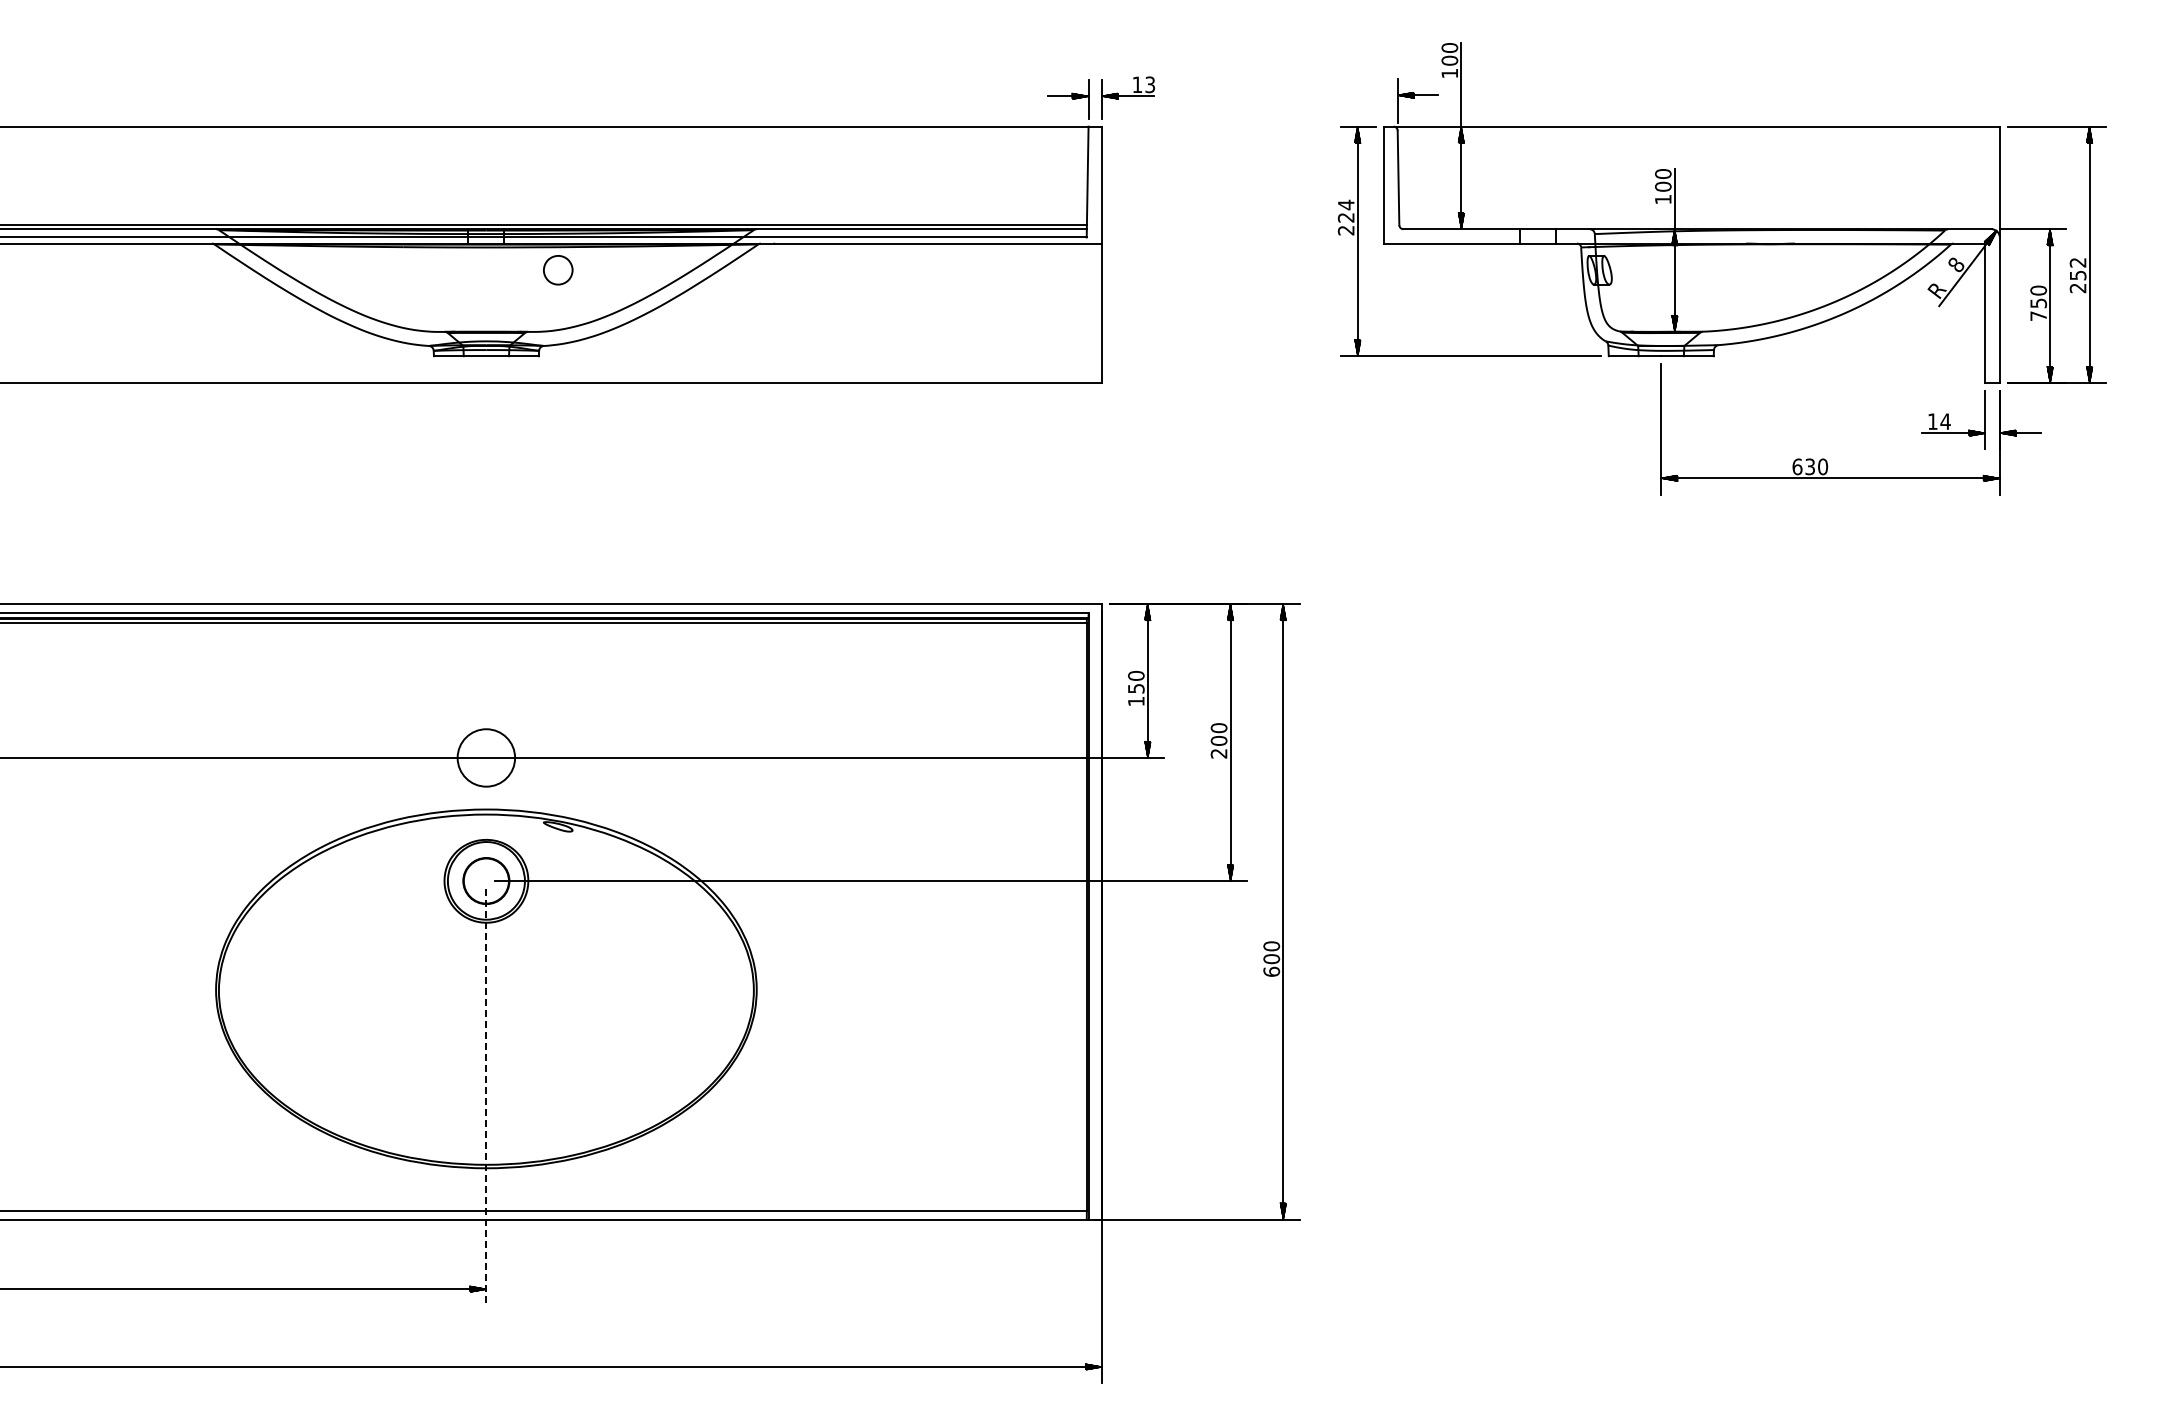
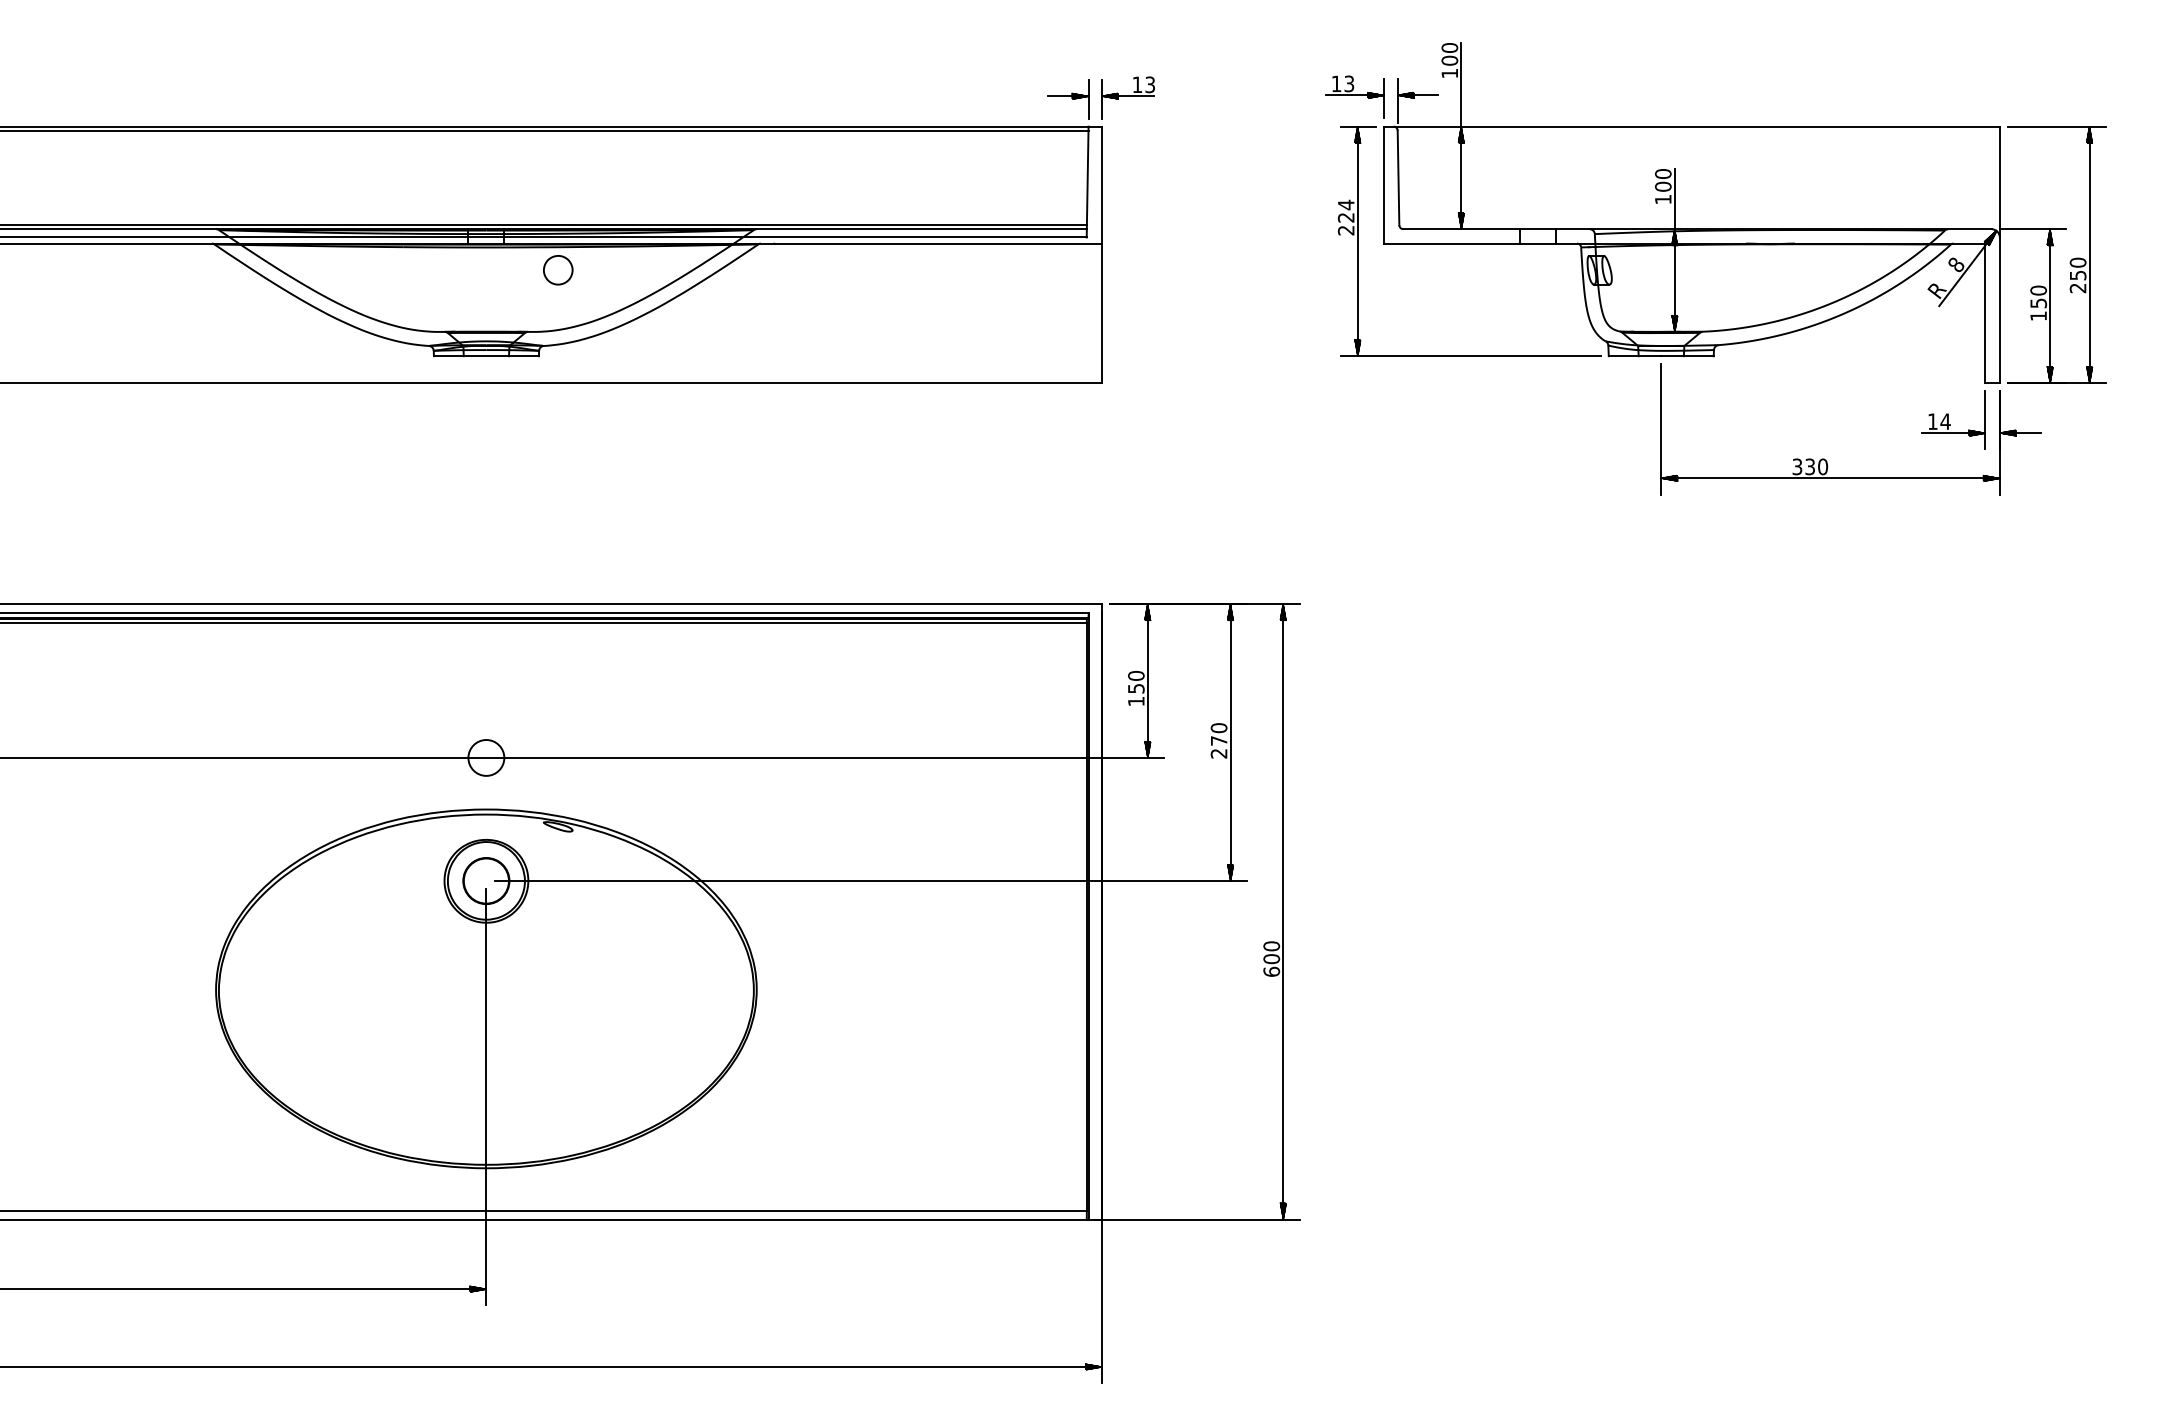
part at (1354, 96): none -> present
line at (545, 130): none -> present
text at (2077, 262): 252 -> 250
text at (2038, 315): 750 -> 150
text at (1797, 466): 630 -> 330
text at (1218, 740): 200 -> 270
circle at (486, 757) diameter: 57 px -> 36 px
line at (486, 1097): dashed -> solid
